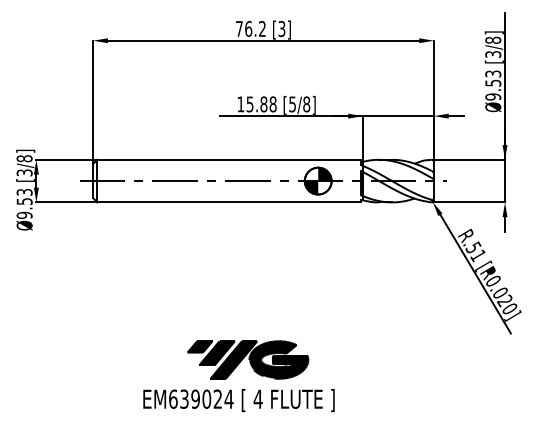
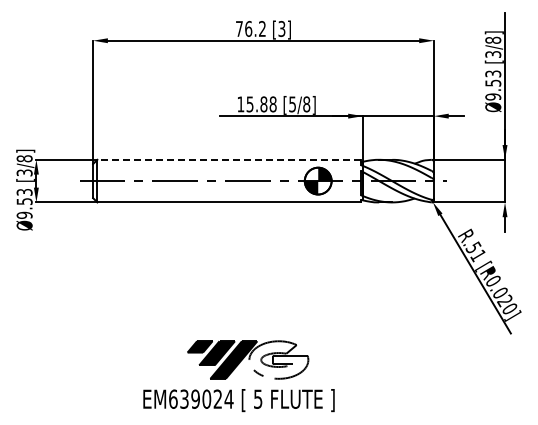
line at (229, 159): solid -> dashed
fill at (278, 359): present -> none
text at (257, 398): 4 -> 5
